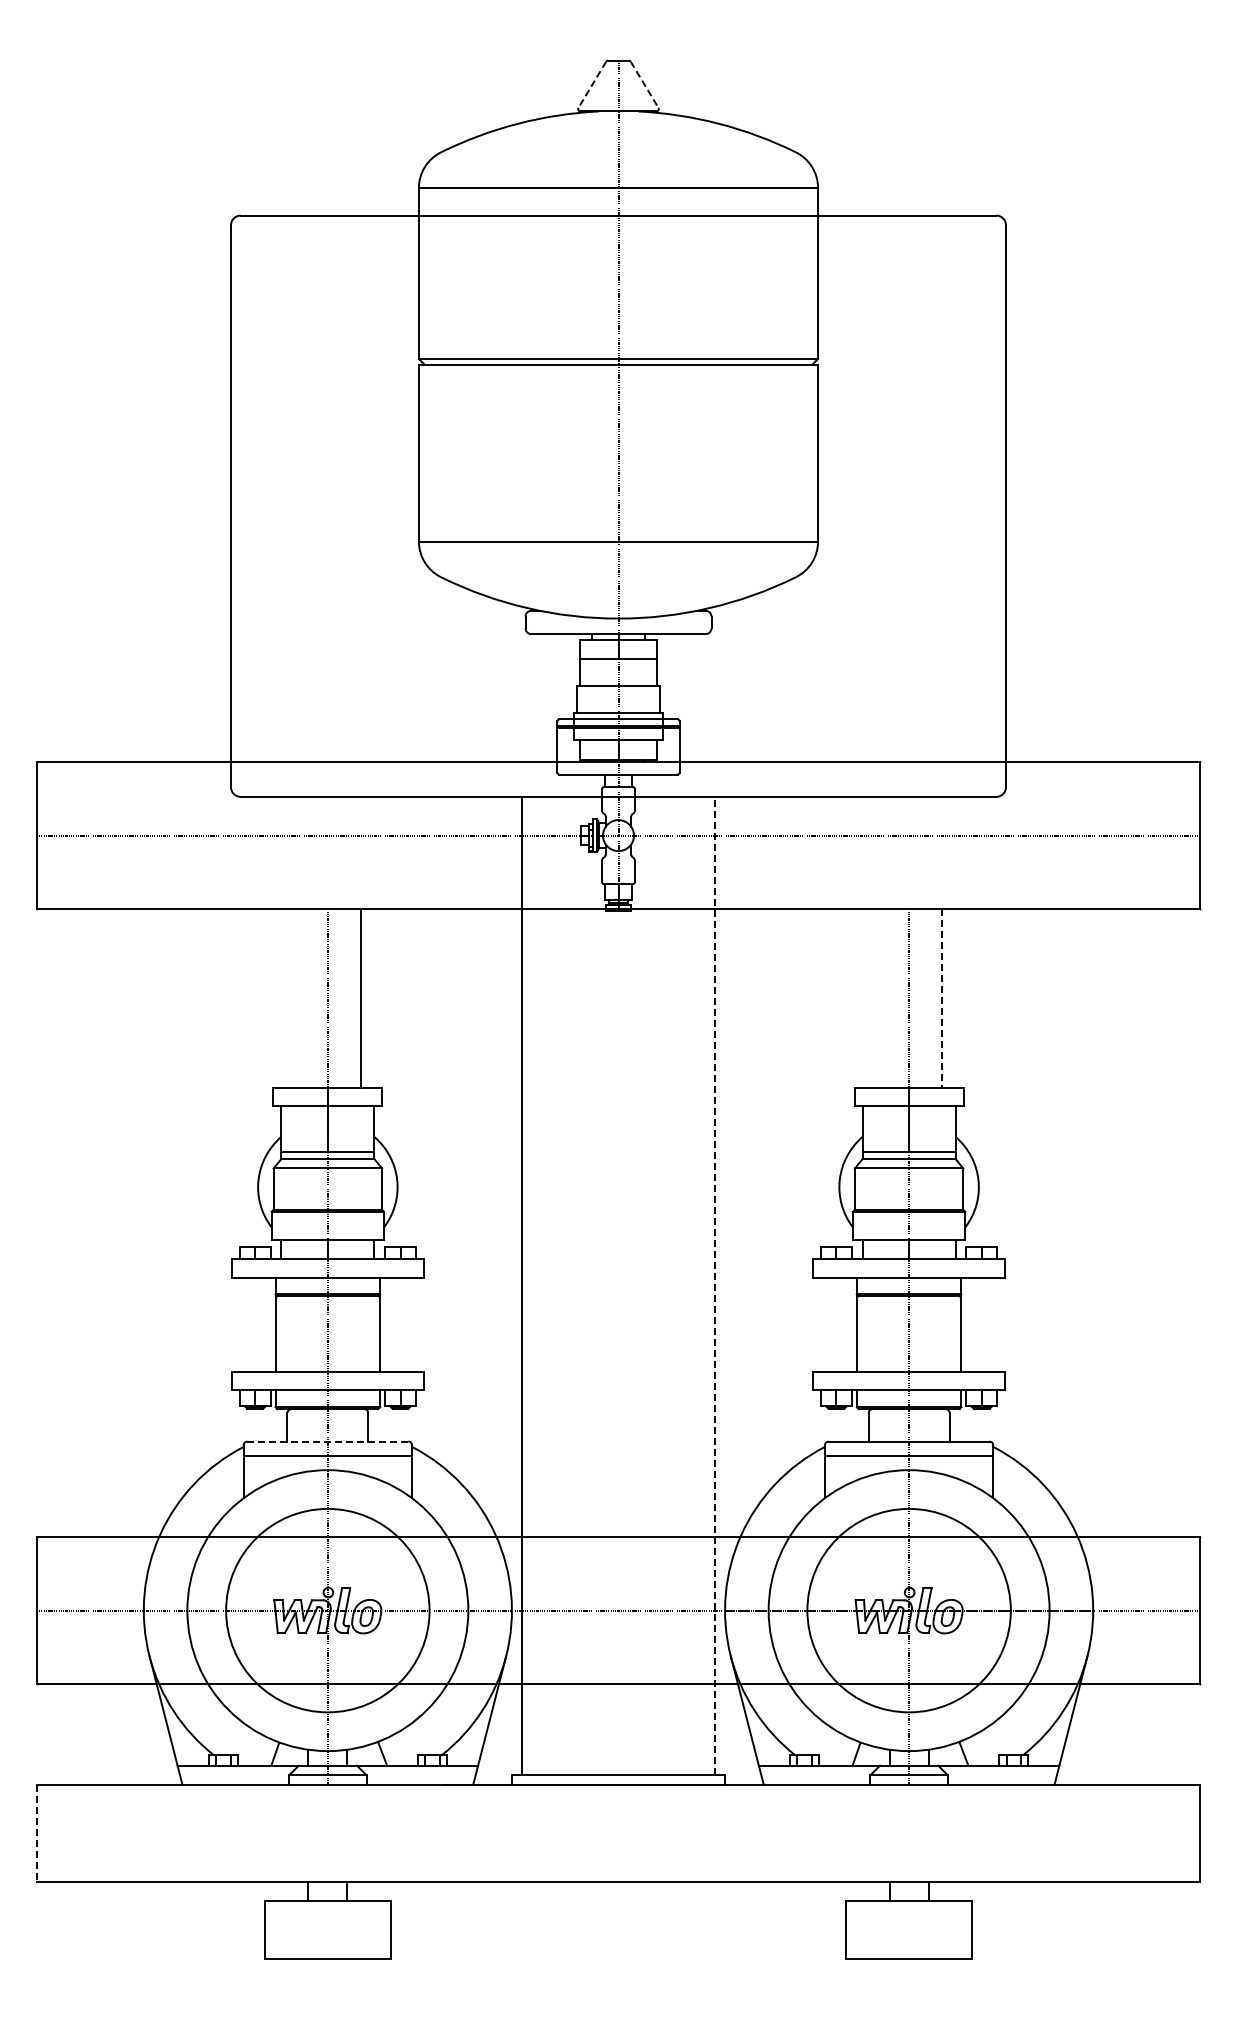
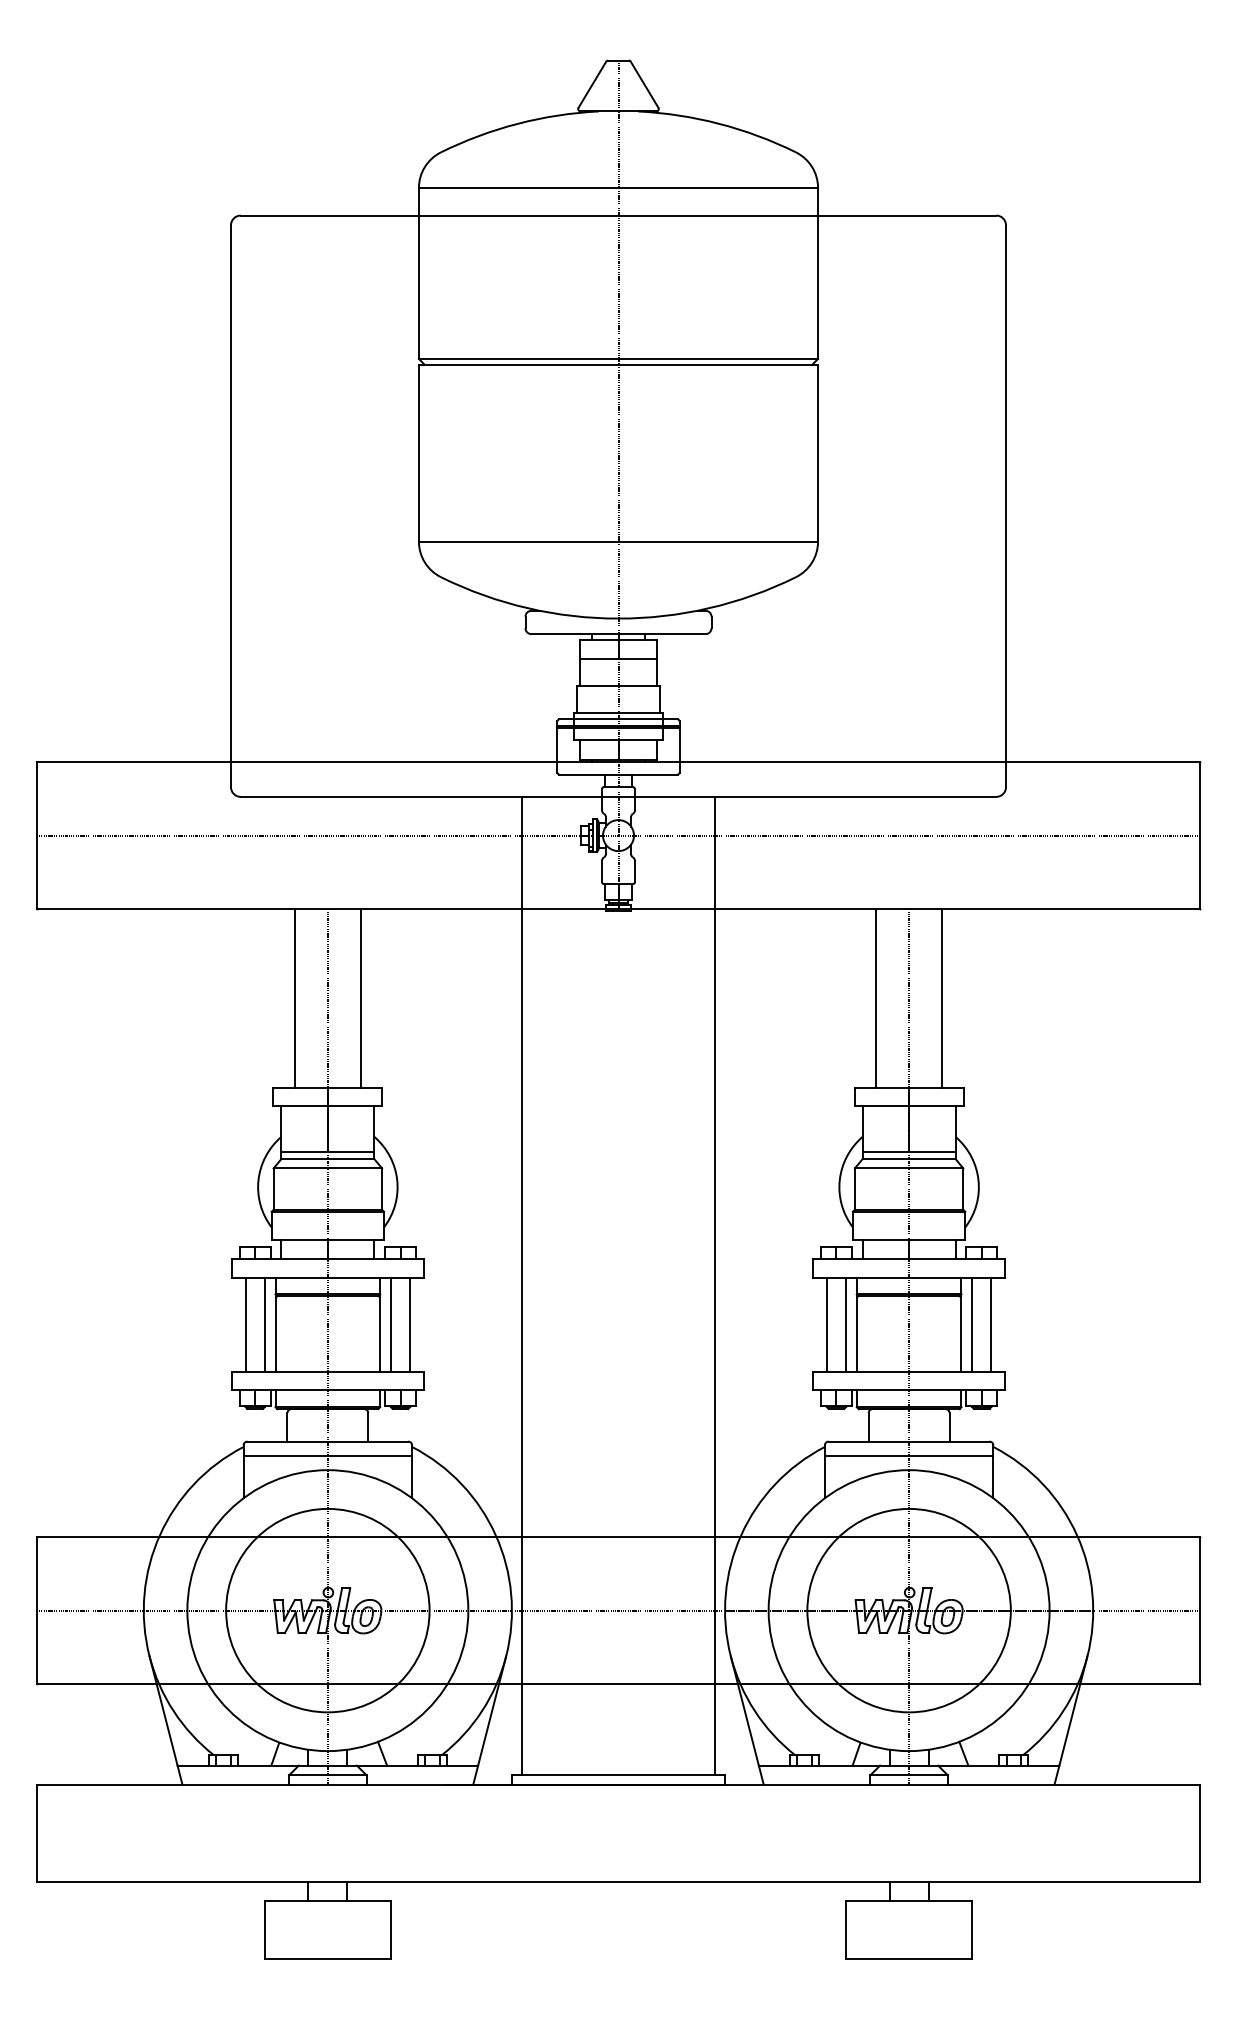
line at (592, 84): dashed -> solid
line at (644, 84): dashed -> solid
line at (295, 998): none -> present
line at (876, 998): none -> present
line at (941, 998): dashed -> solid
line at (715, 1285): dashed -> solid
line at (245, 1324): none -> present
line at (264, 1324): none -> present
line at (390, 1324): none -> present
line at (410, 1324): none -> present
line at (826, 1324): none -> present
line at (846, 1324): none -> present
line at (972, 1324): none -> present
line at (991, 1324): none -> present
line at (327, 1441): dashed -> solid
line at (37, 1833): dashed -> solid
